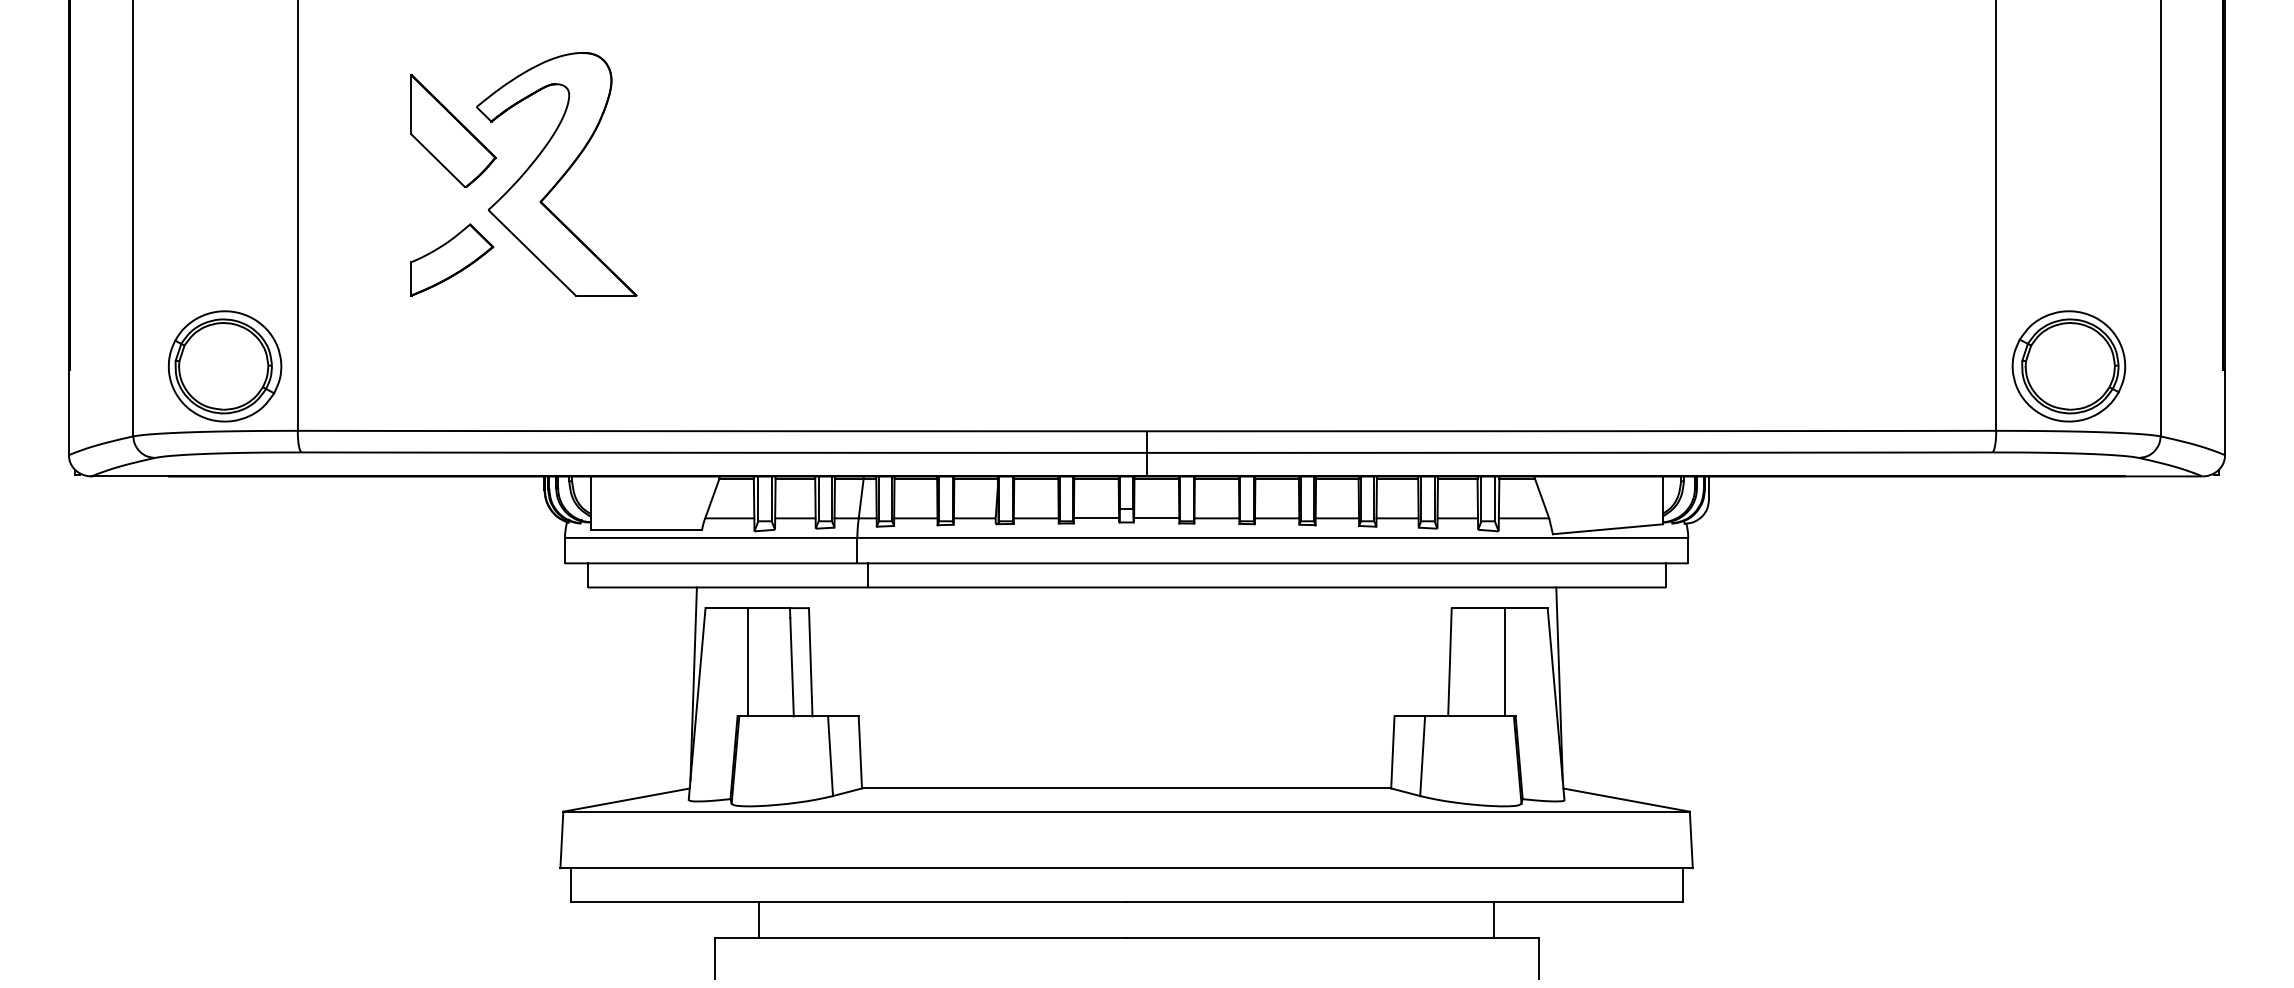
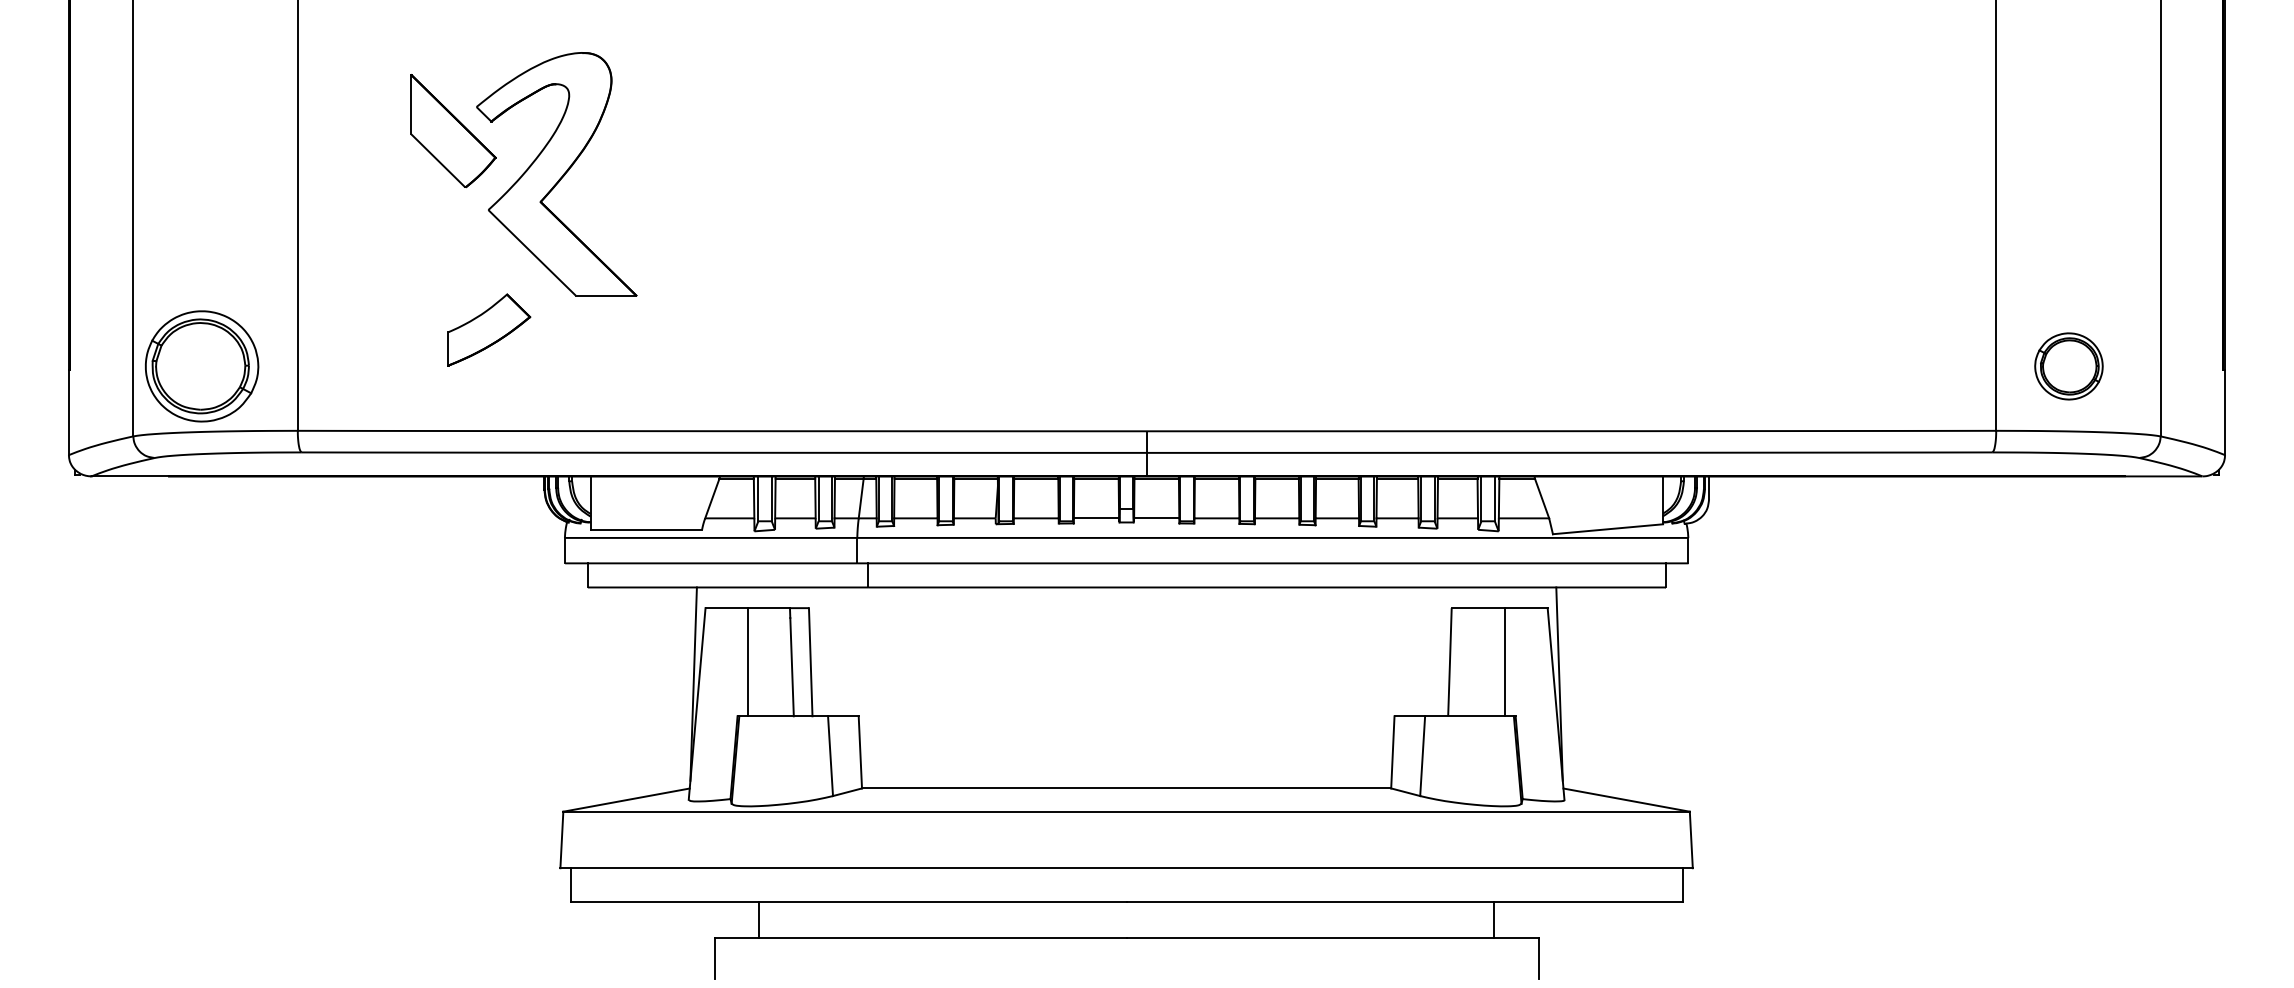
part at (452, 259) position: (452, 259) -> (489, 329)
part at (224, 366) position: (224, 366) -> (201, 366)
part at (2068, 366) size: 116x113 px -> 70x69 px
